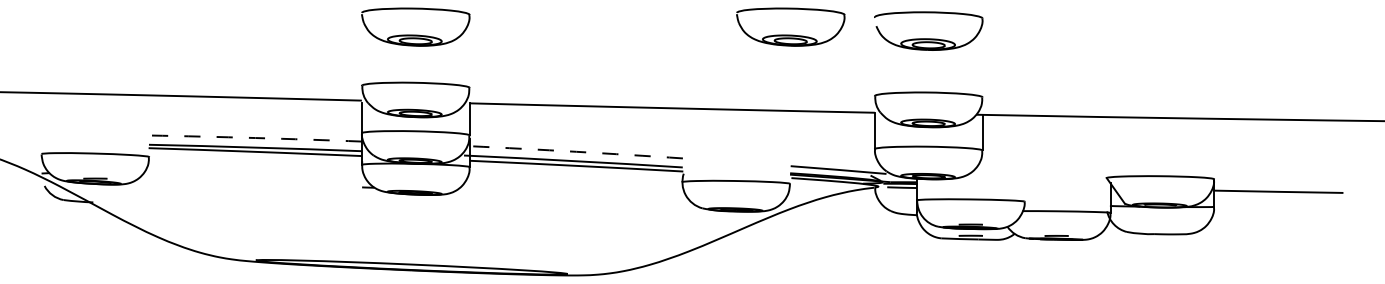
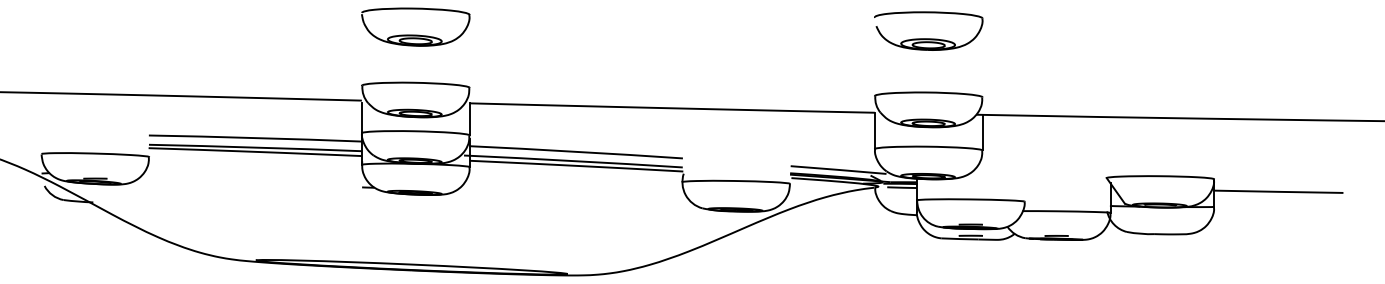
part at (790, 26): present -> none
arc at (255, 138): dashed -> solid
arc at (576, 151): dashed -> solid
